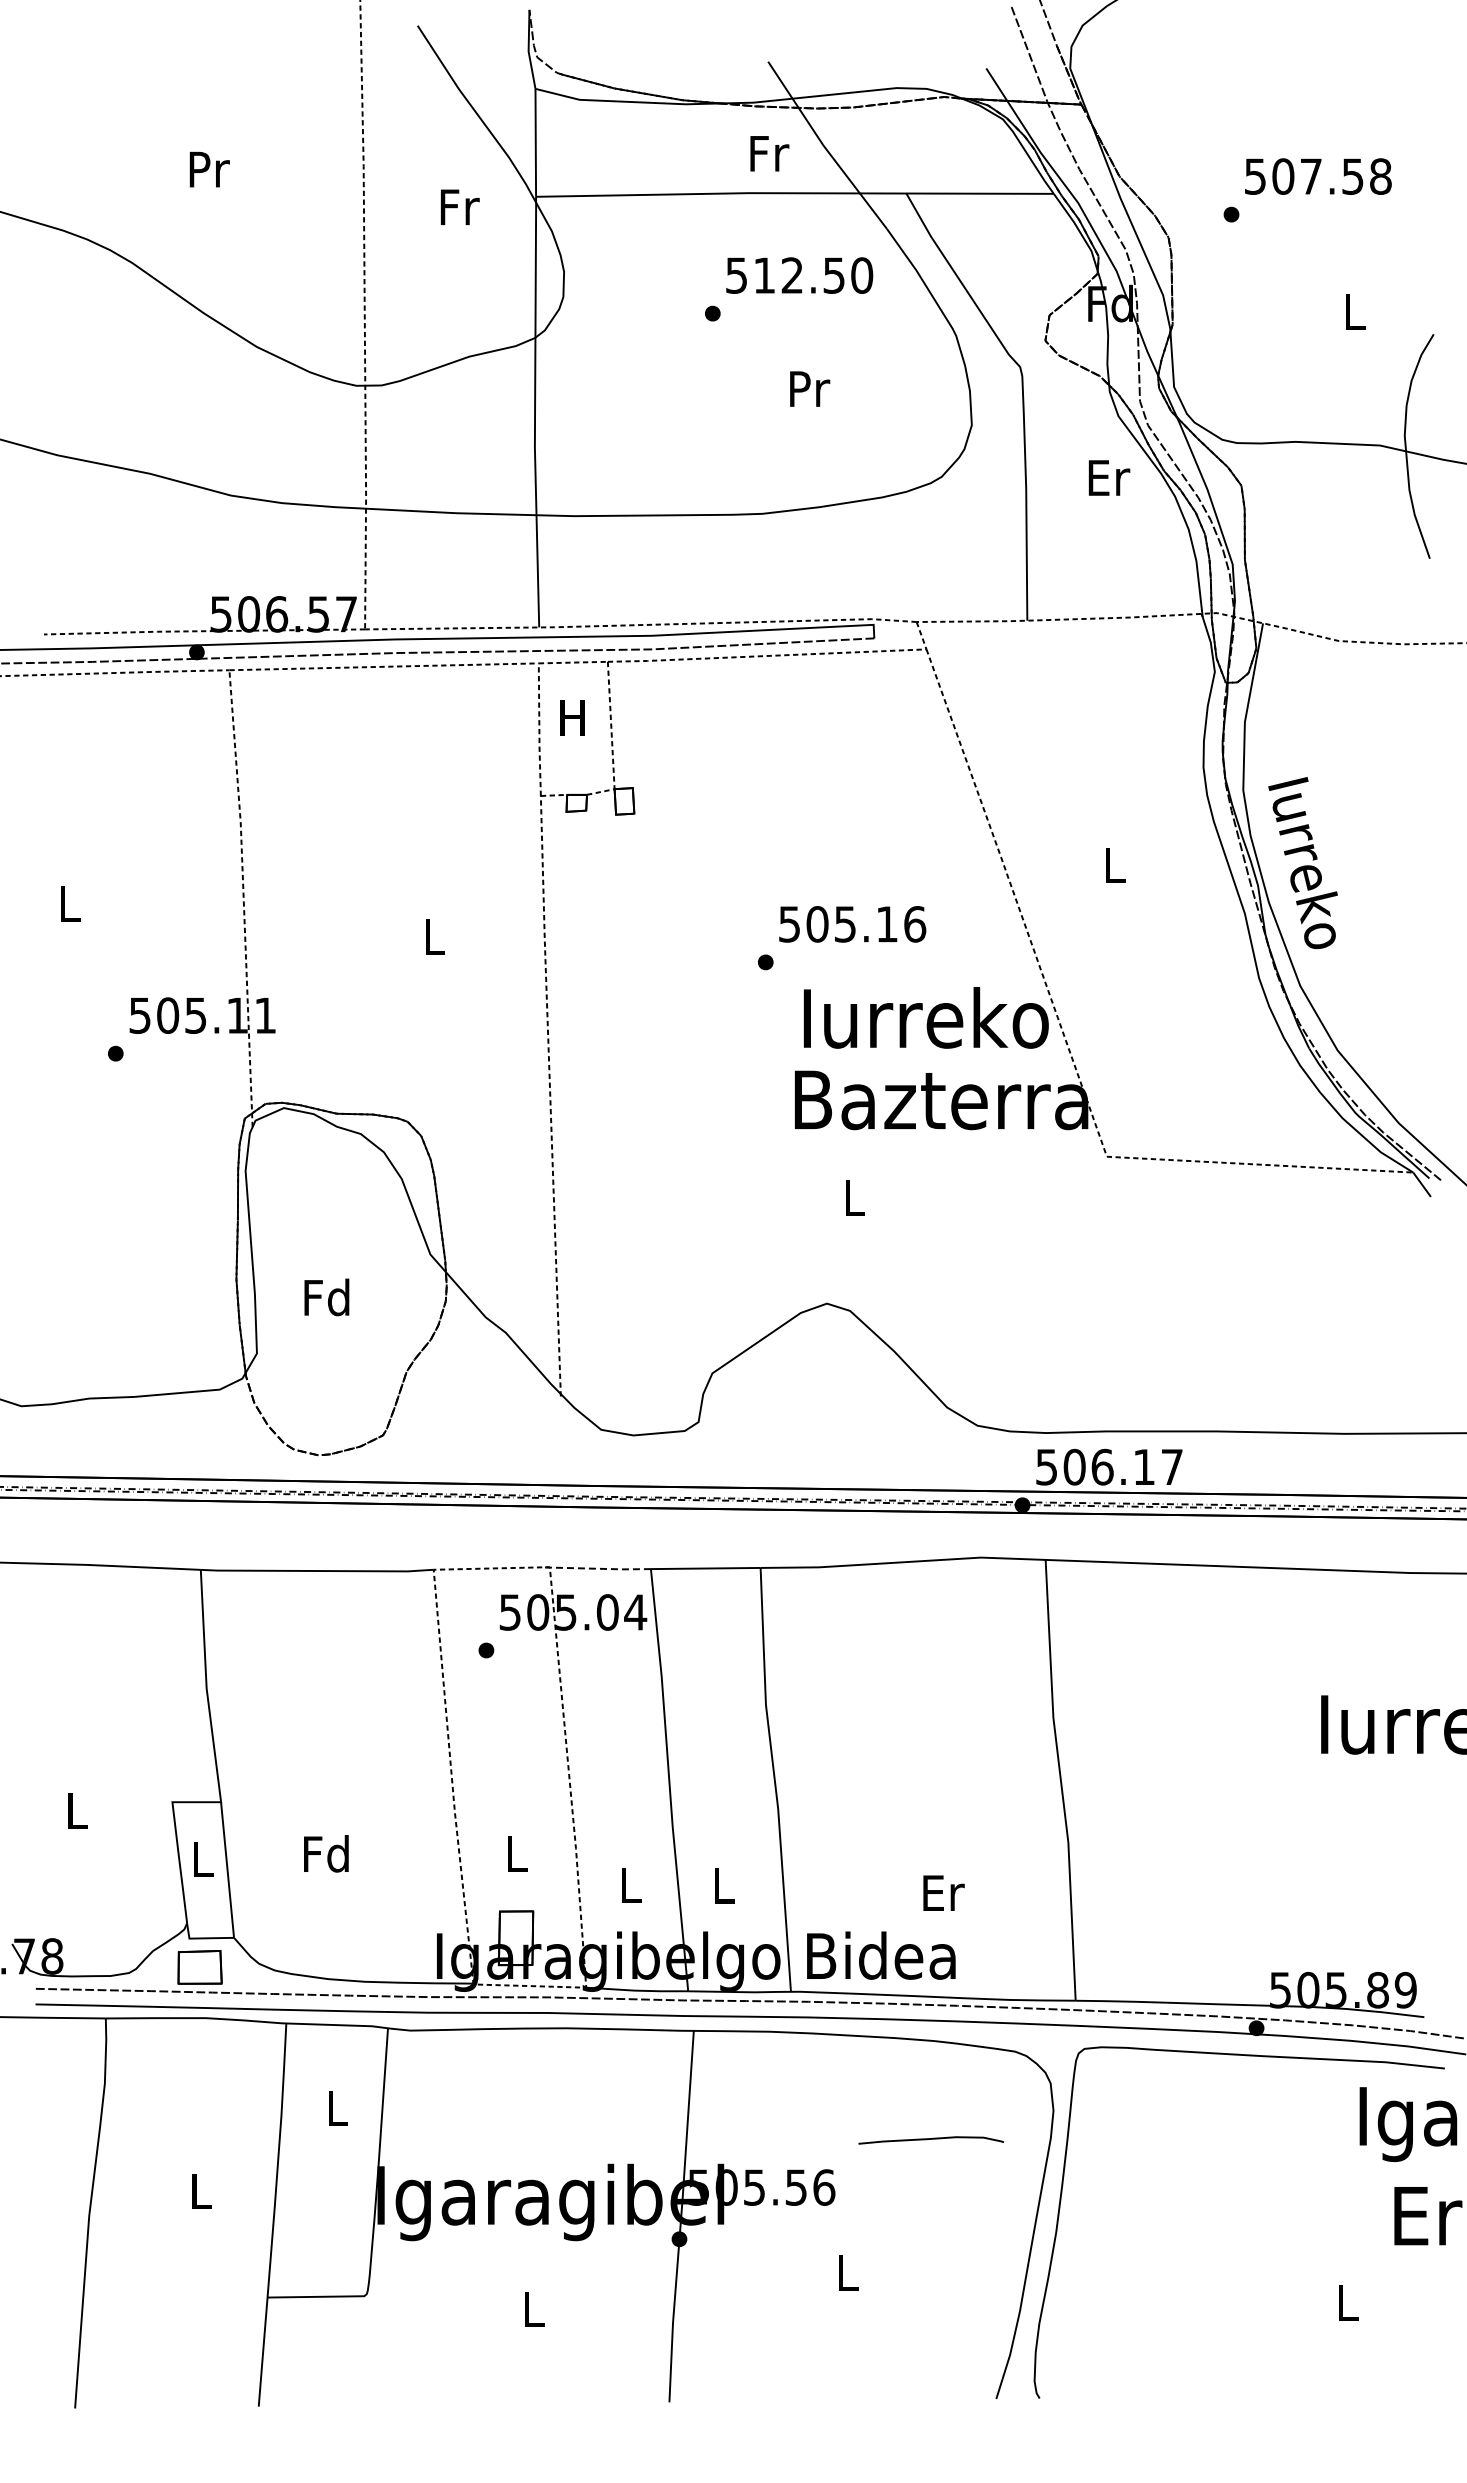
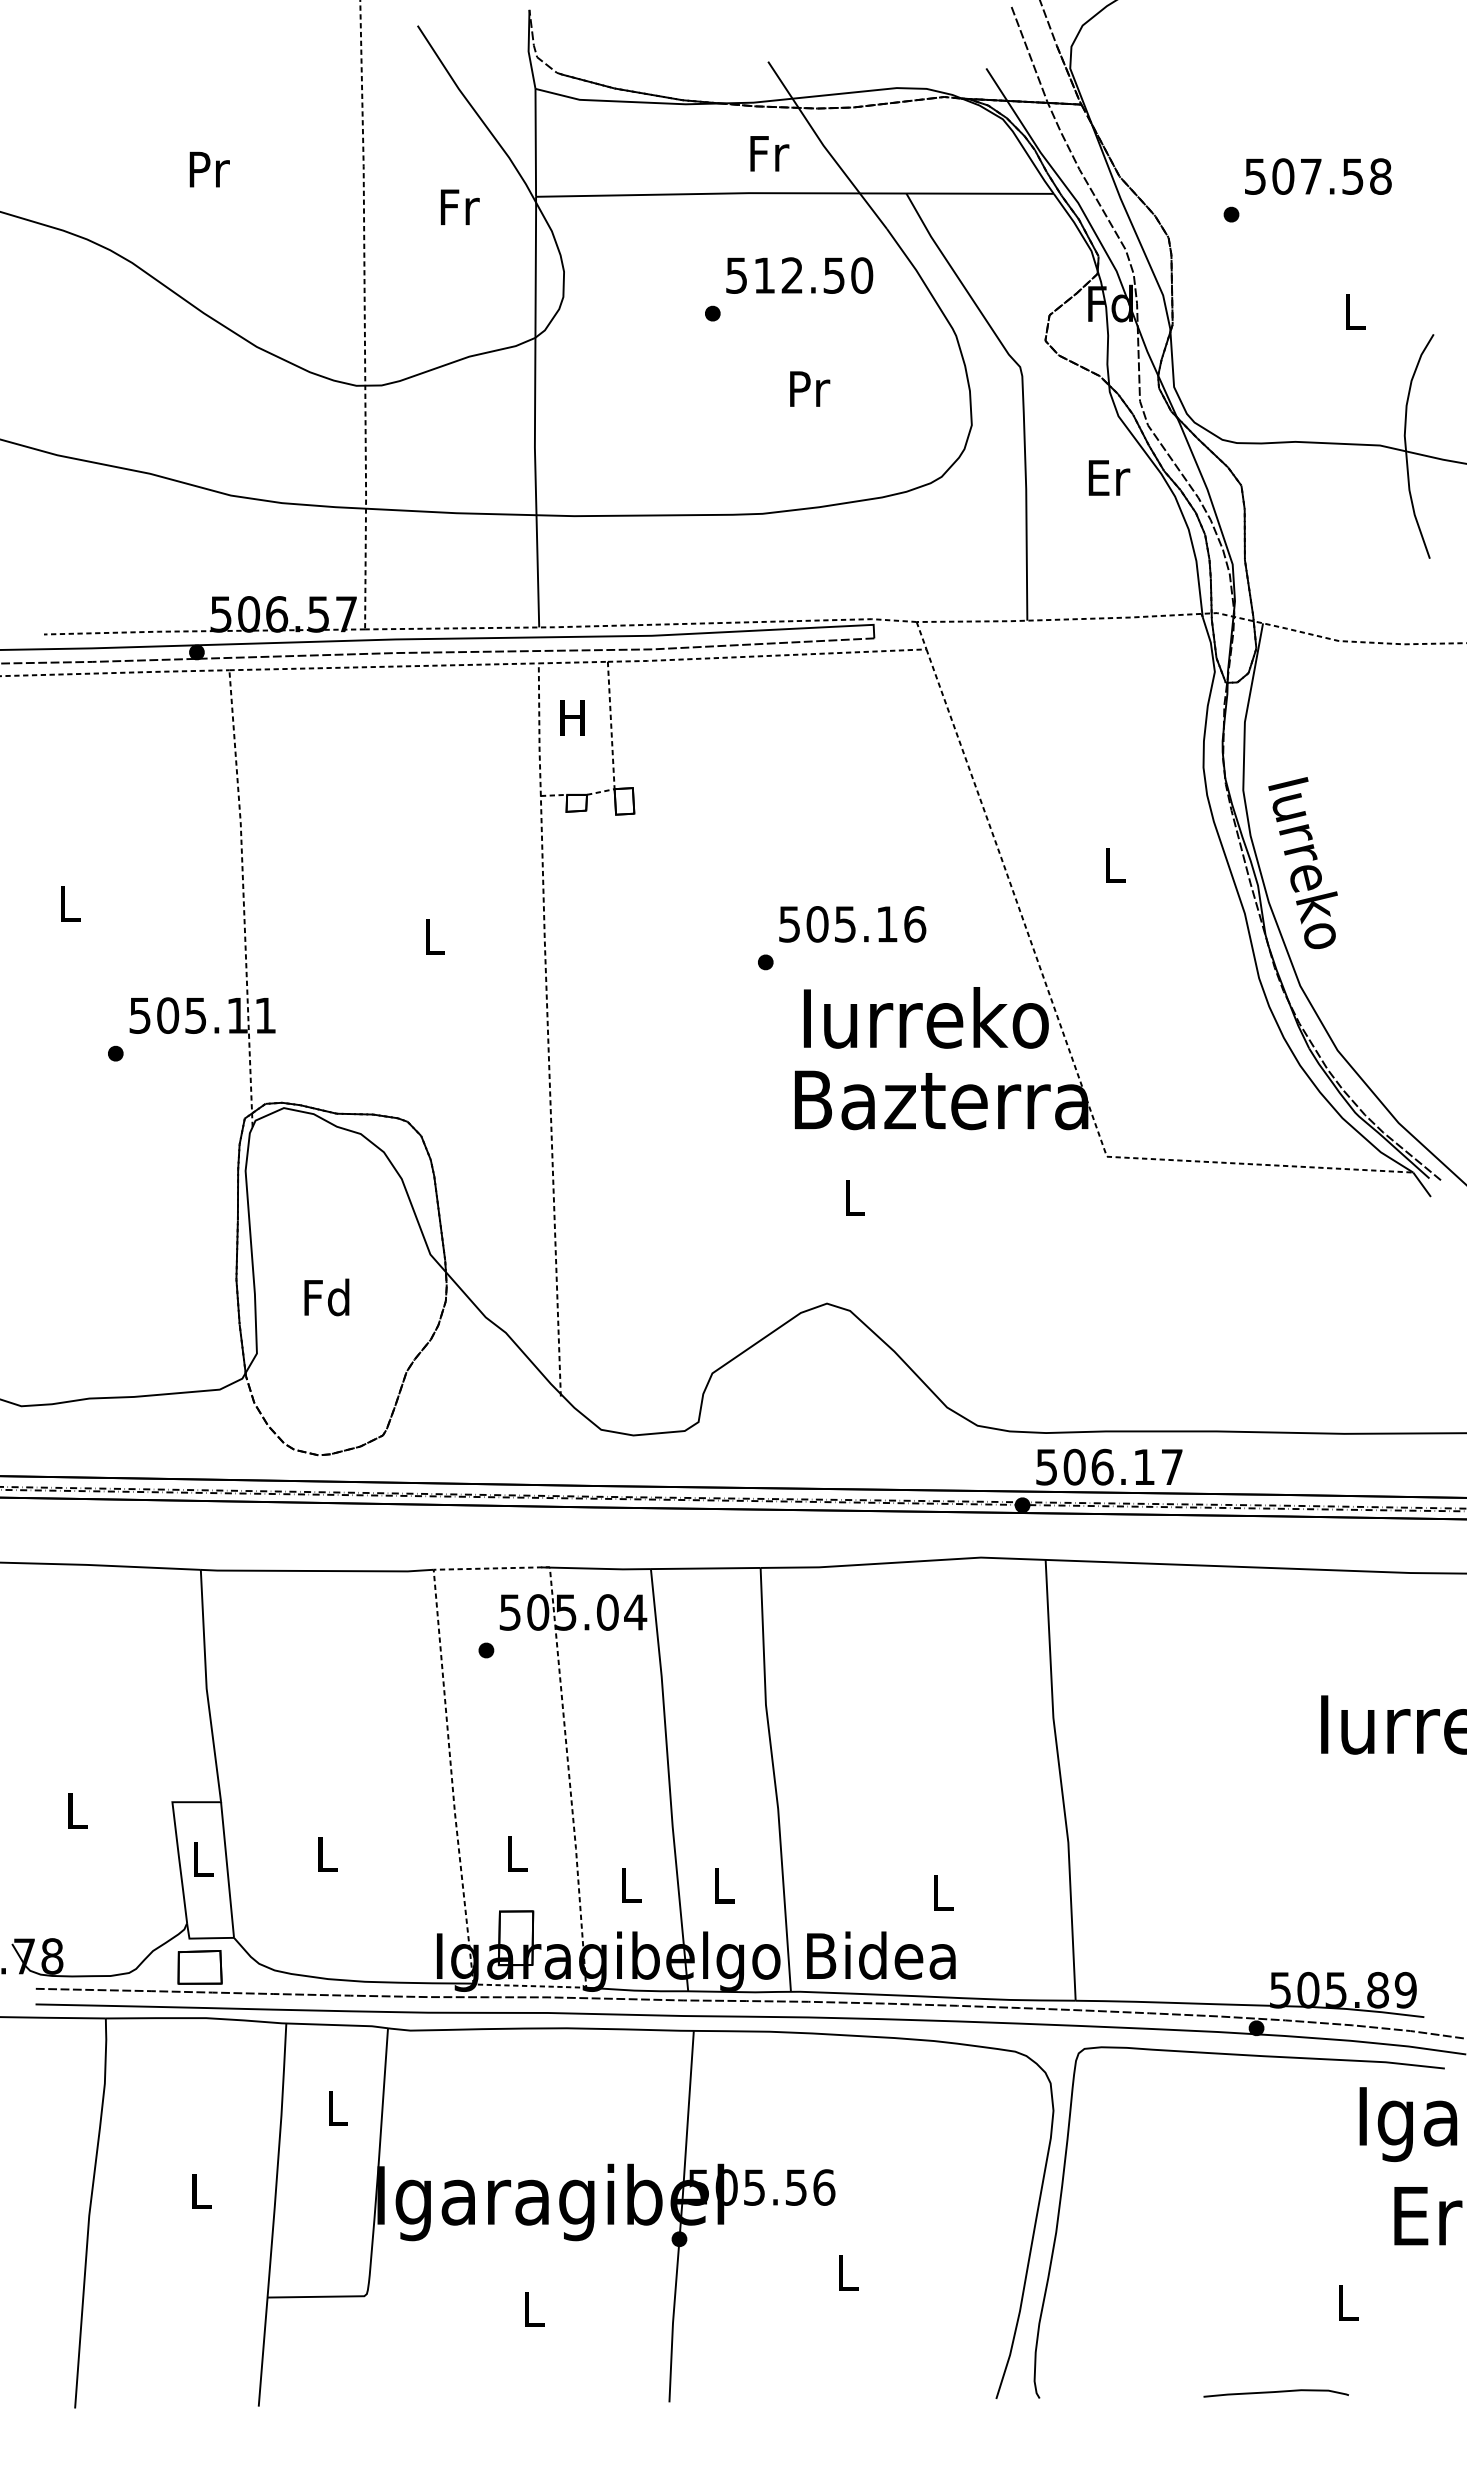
line at (596, 1568): dashed -> solid
text at (326, 1853): Fd -> L
text at (943, 1892): Er -> L
curve at (930, 2139) position: (930, 2139) -> (1275, 2392)
